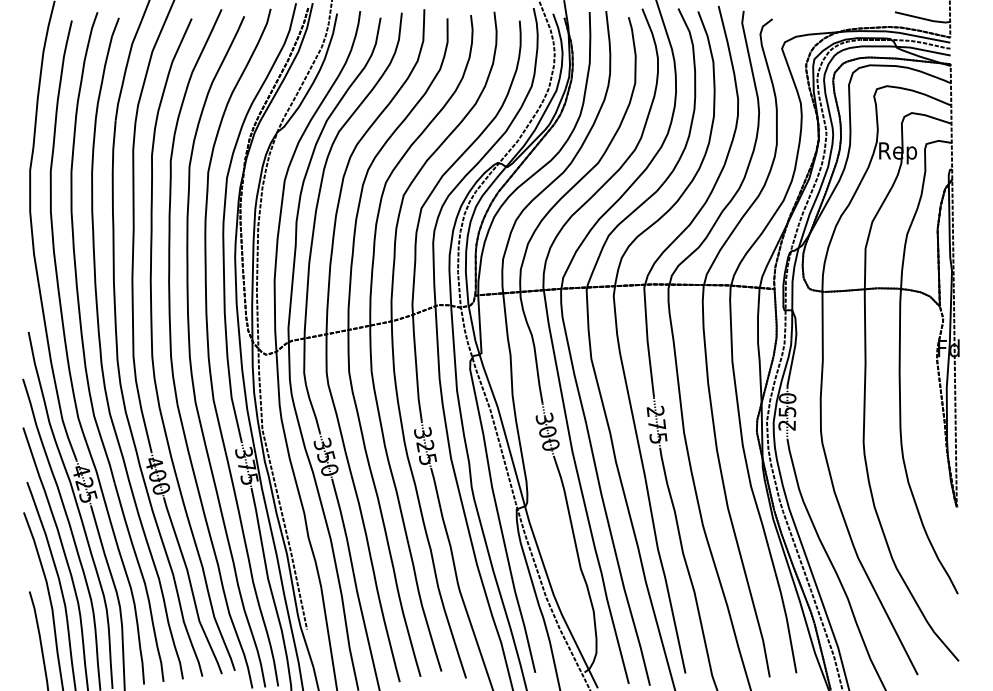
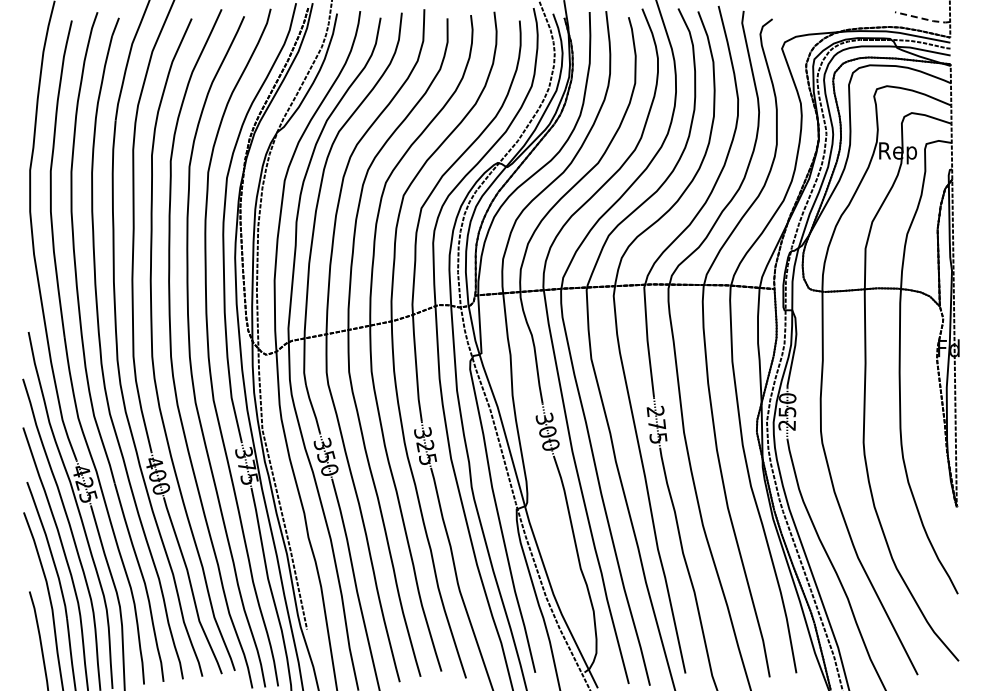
line at (923, 18): solid -> dashed
